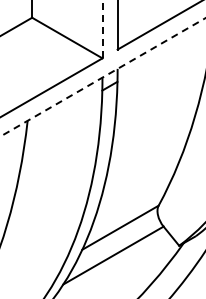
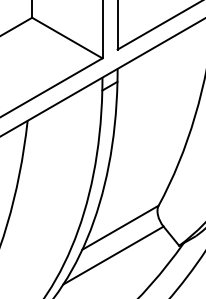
line at (102, 29): dashed -> solid
line at (103, 77): dashed -> solid
